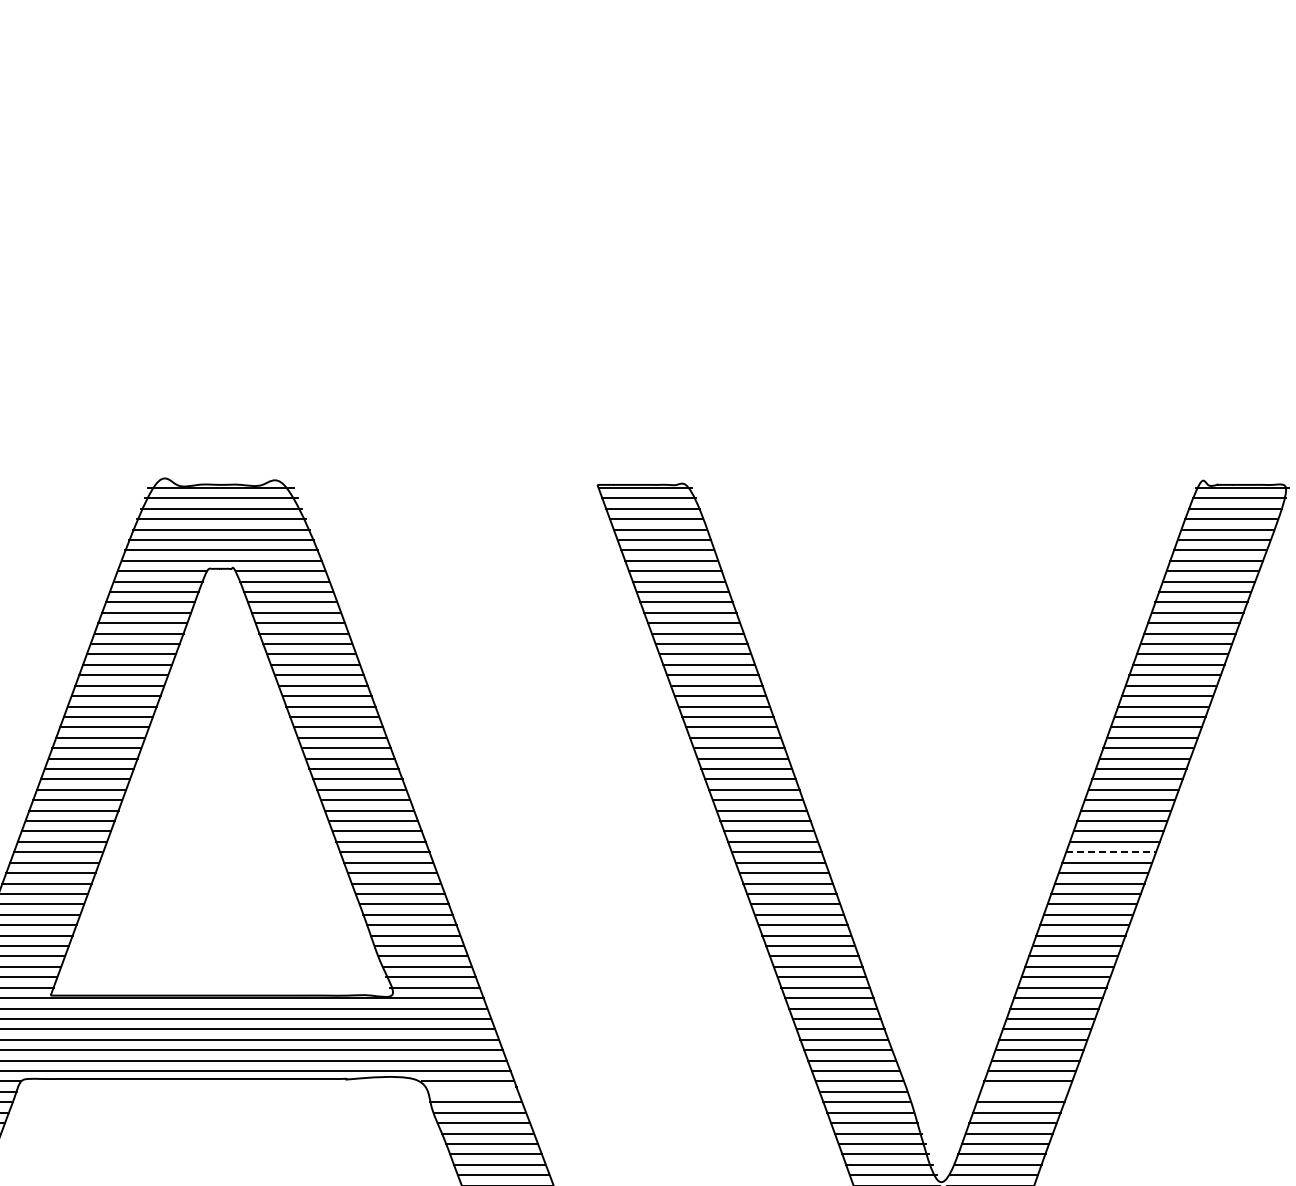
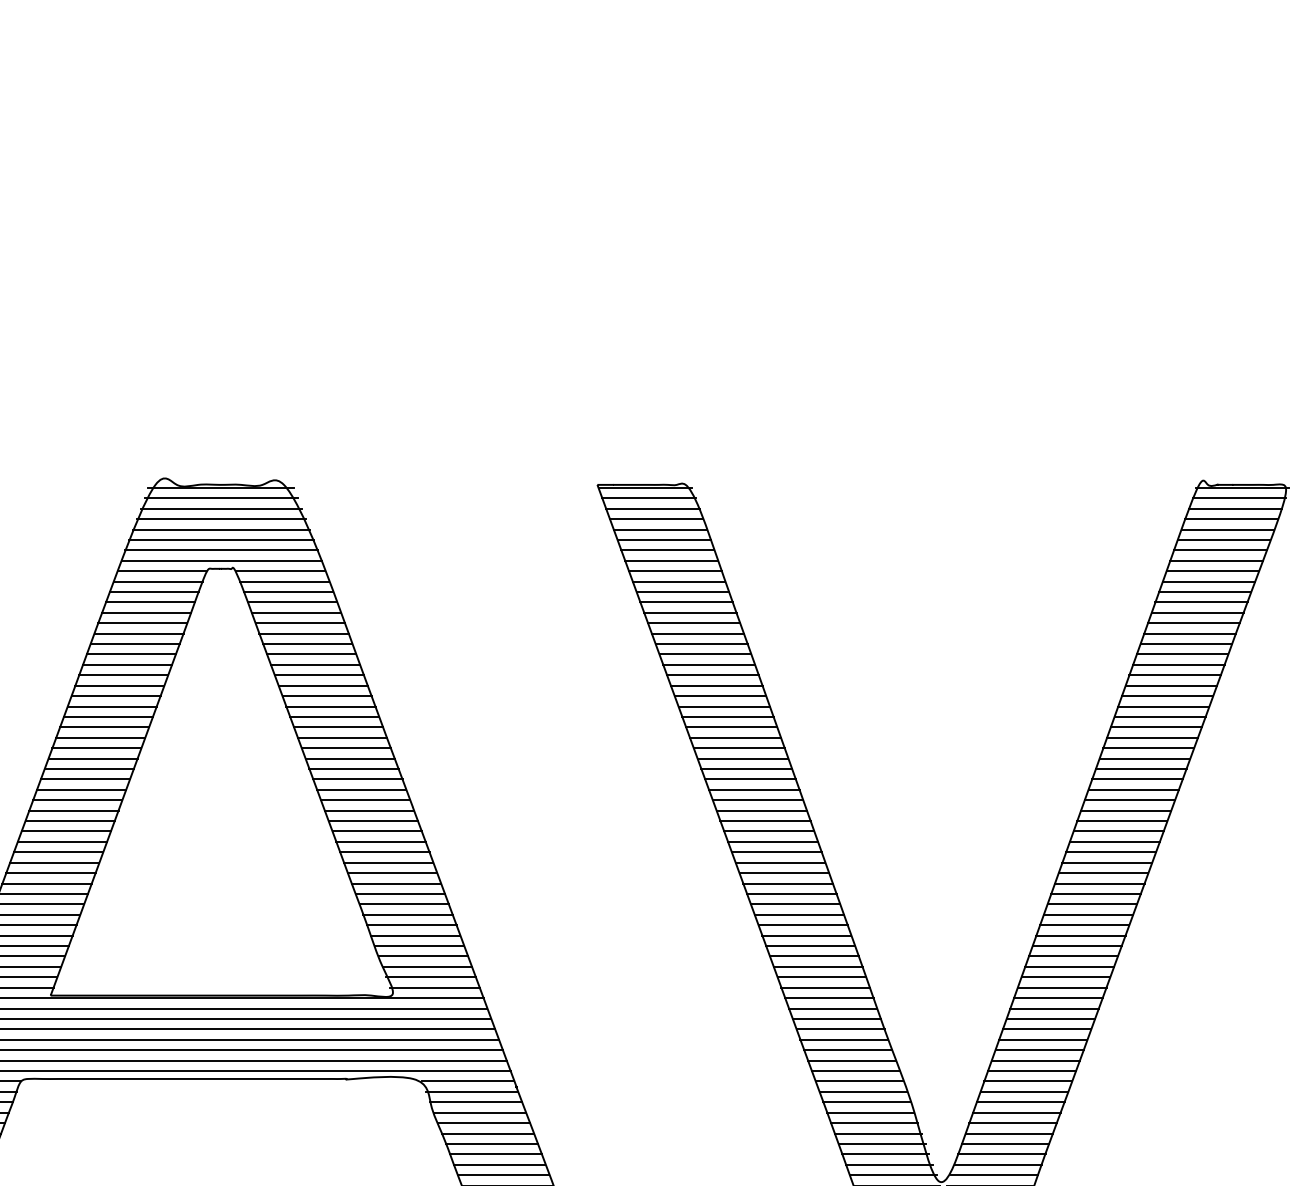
line at (1111, 852): dashed -> solid
line at (472, 1091): none -> present
line at (1024, 1091): none -> present
